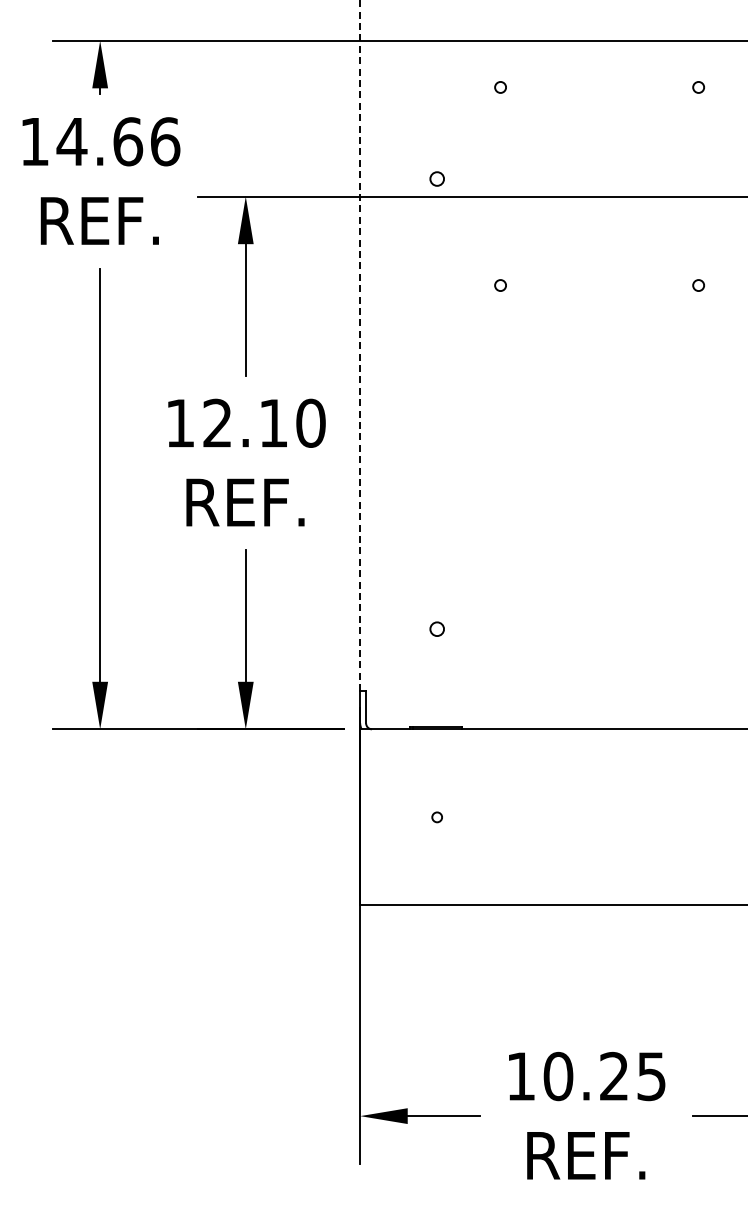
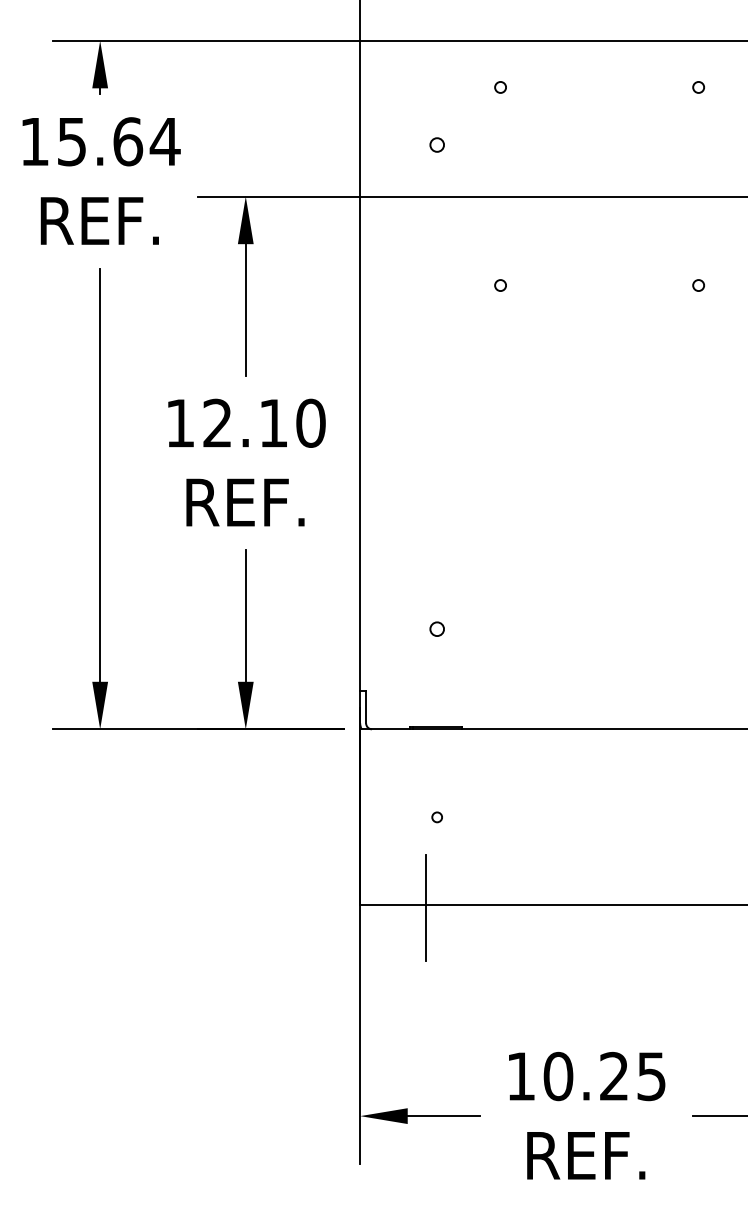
text at (118, 141): 14.66 -> 15.64
circle at (436, 178) position: (436, 178) -> (436, 144)
line at (360, 345): dashed -> solid
line at (426, 907): none -> present
